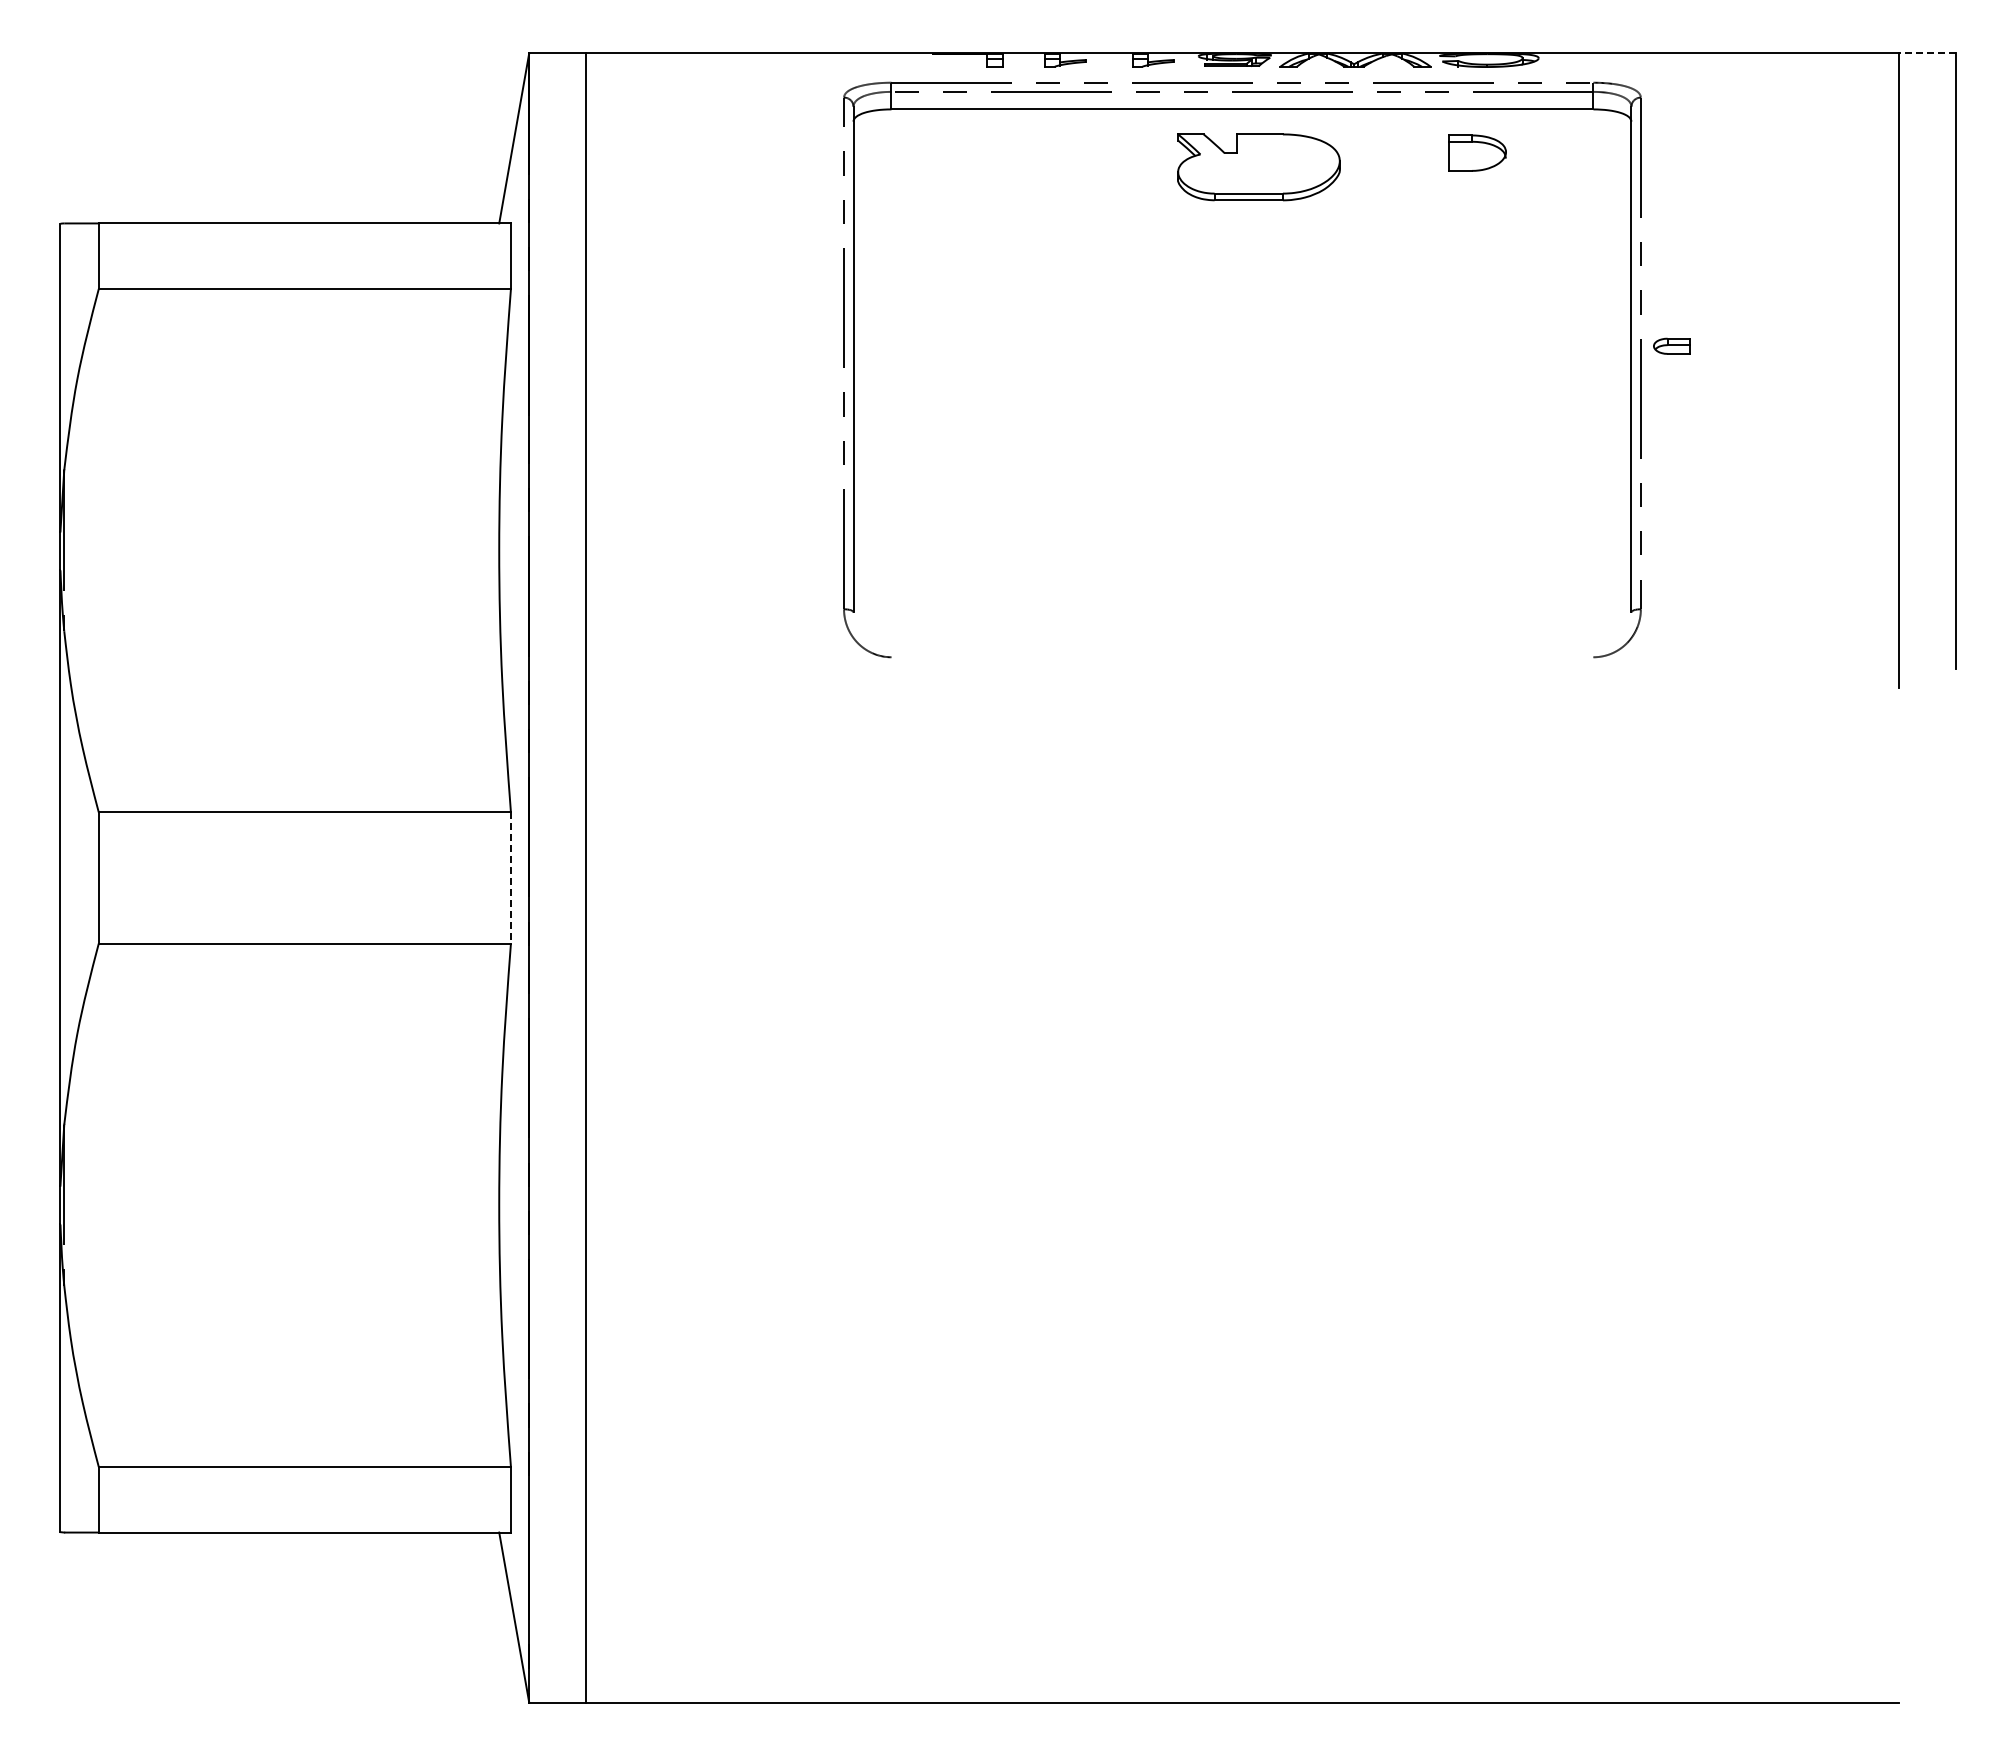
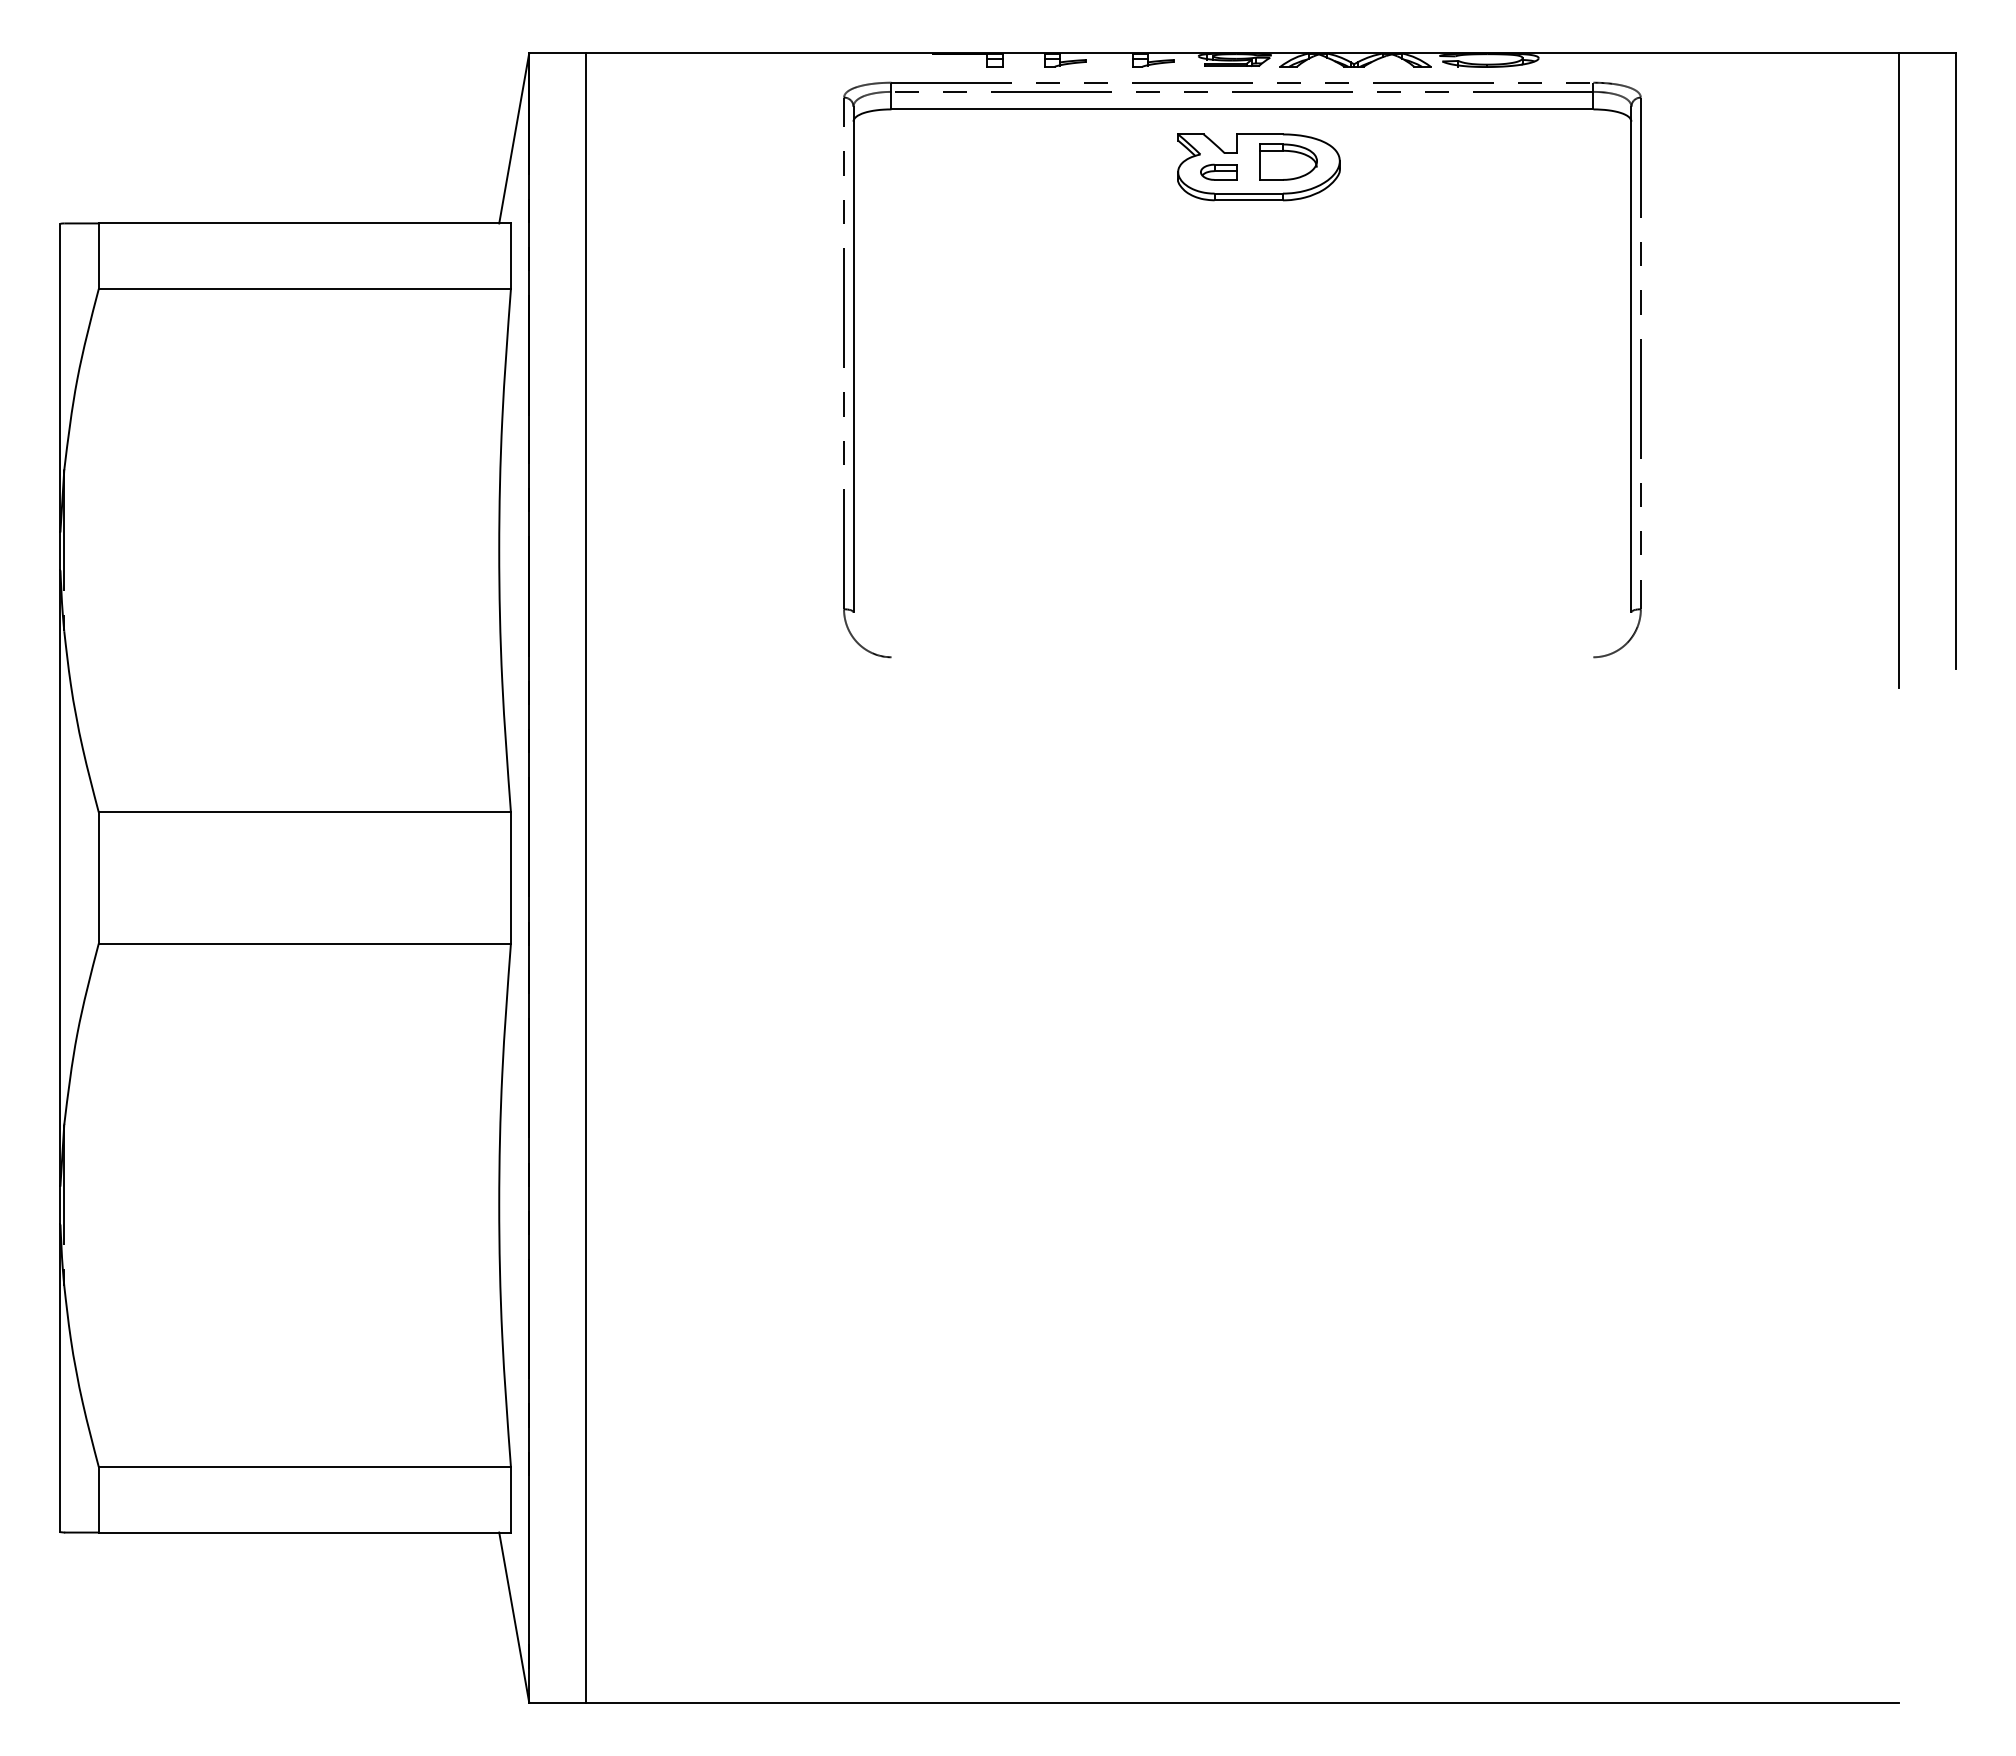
line at (1926, 52): dashed -> solid
part at (1477, 152) position: (1477, 152) -> (1288, 161)
part at (1671, 345) position: (1671, 345) -> (1218, 171)
line at (510, 877): dashed -> solid
